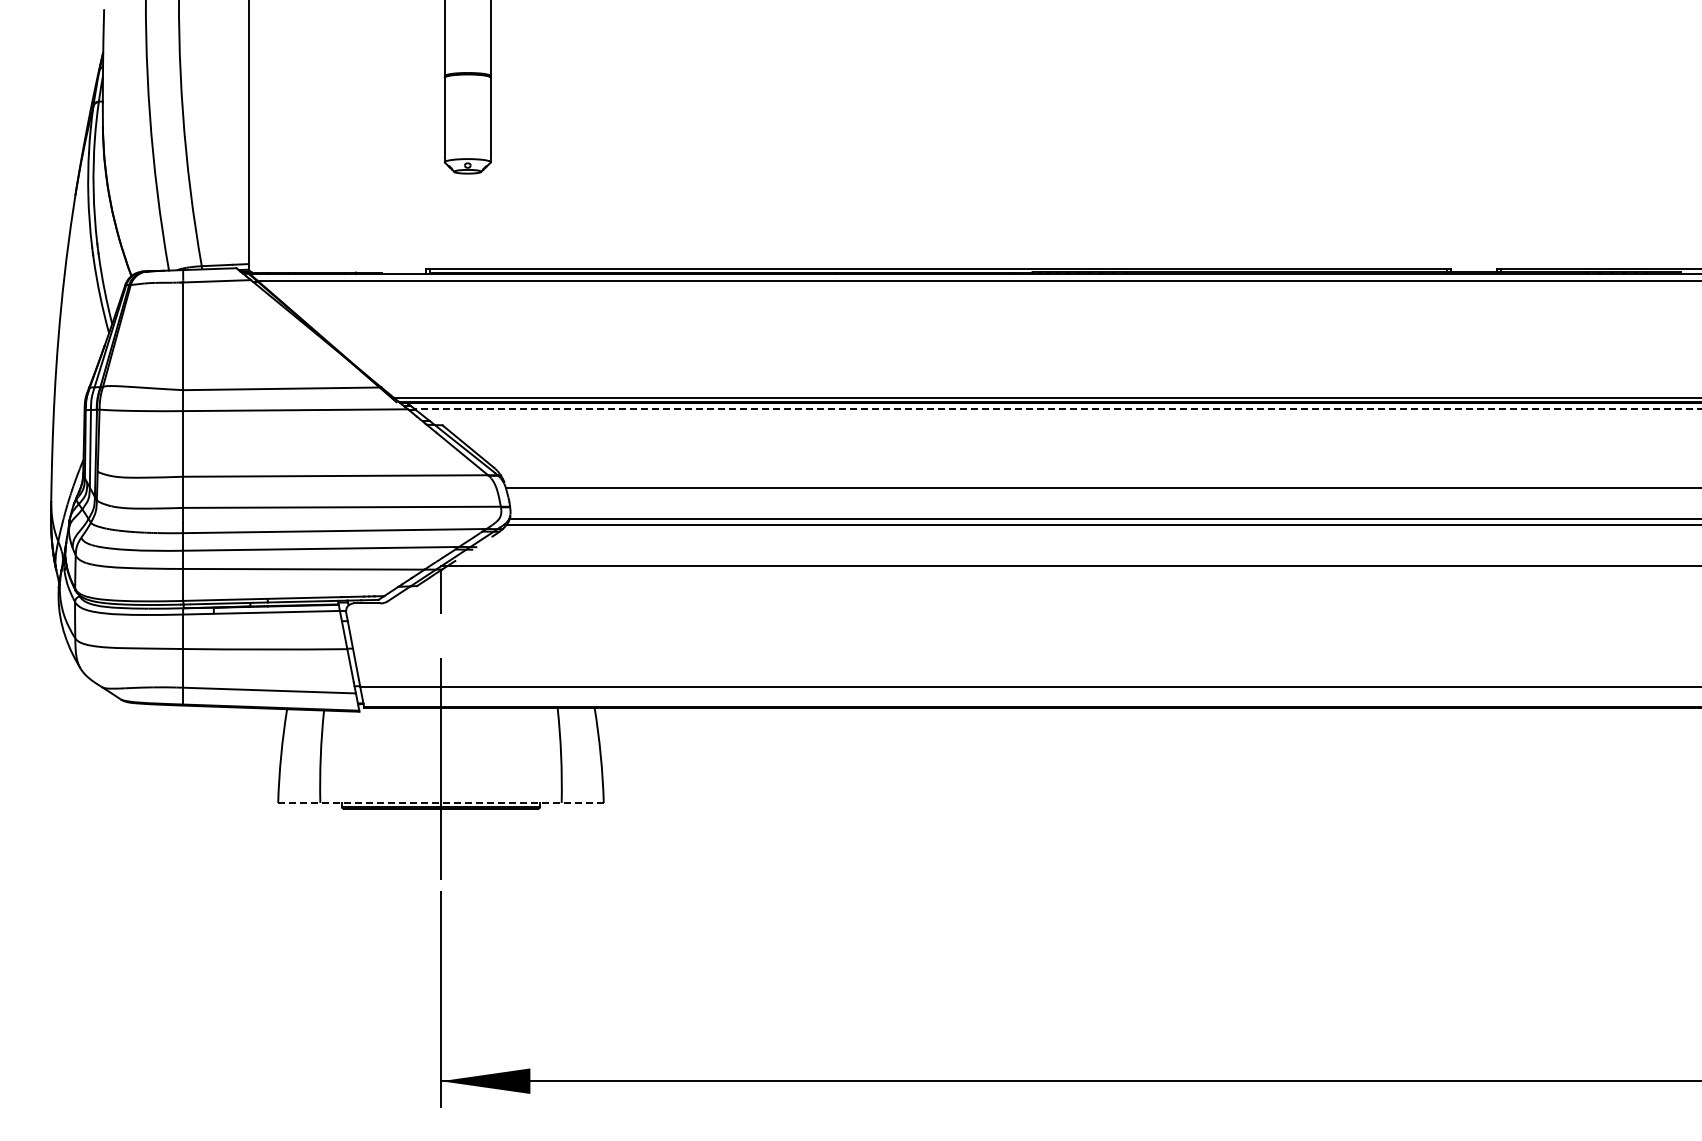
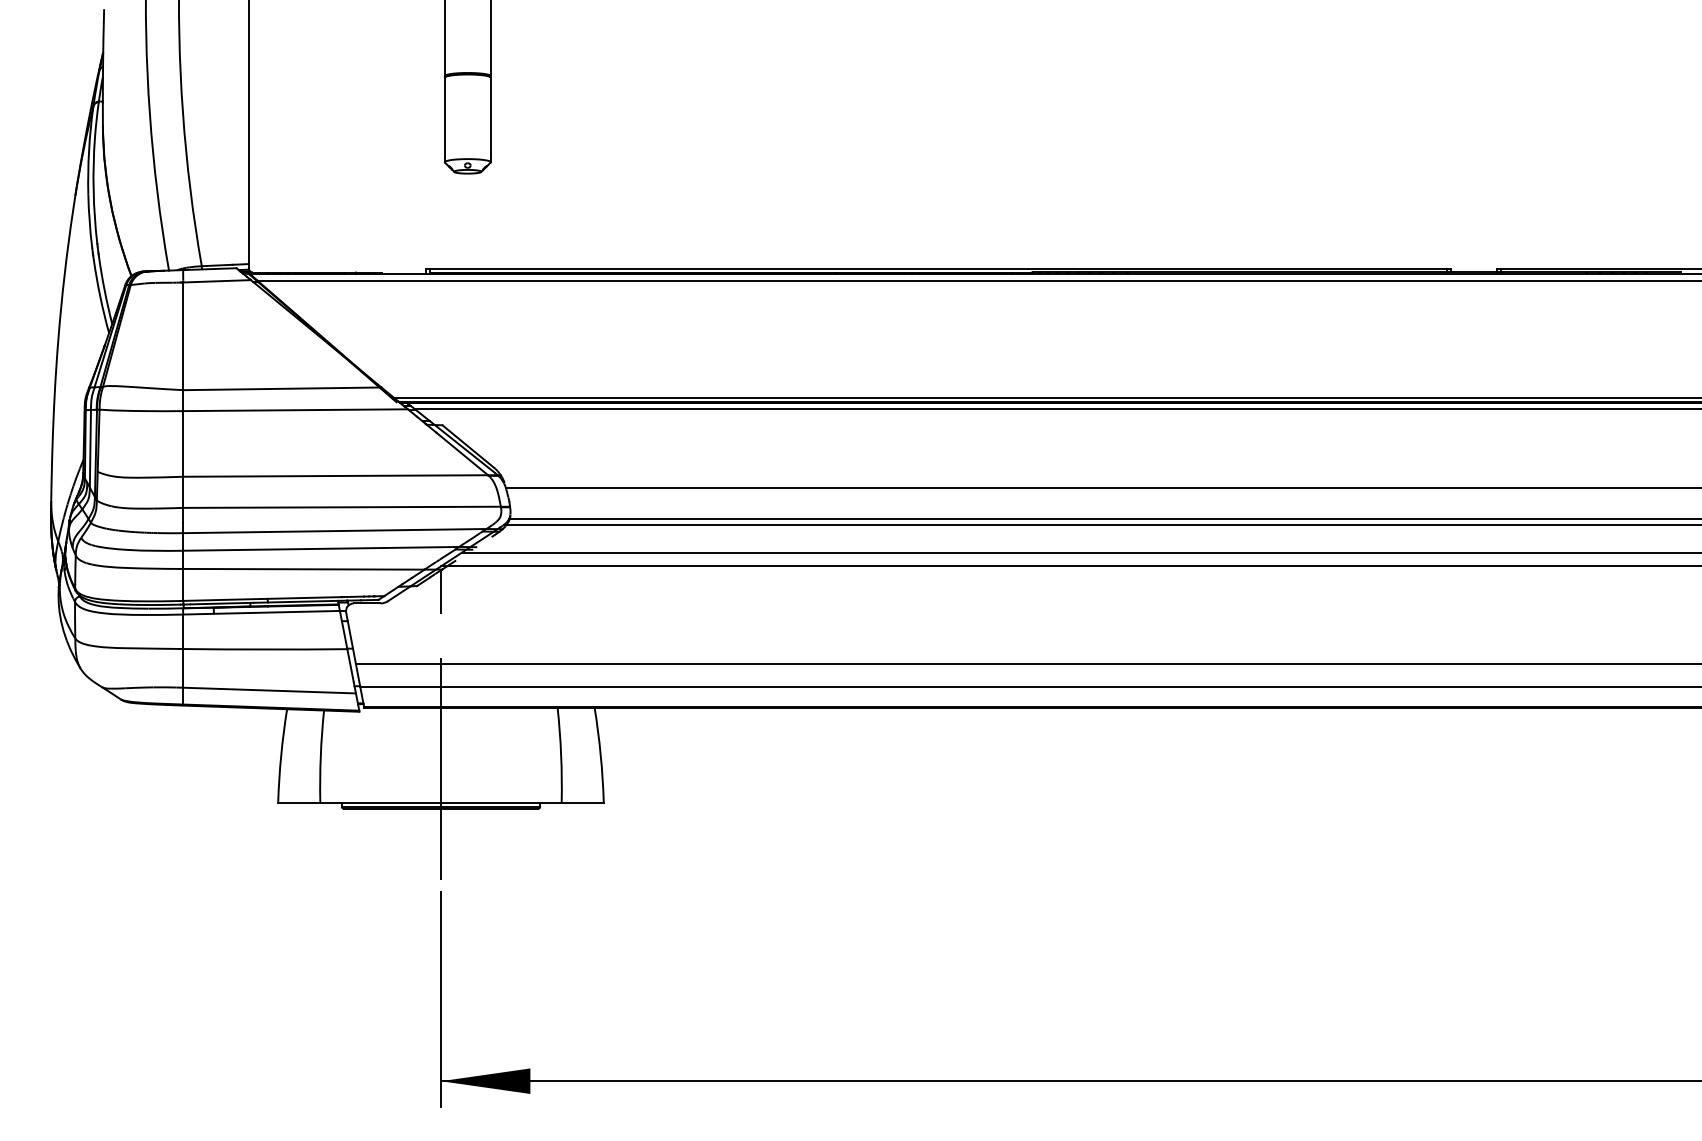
line at (1058, 408): dashed -> solid
line at (1079, 552): none -> present
line at (1027, 664): none -> present
line at (441, 802): dashed -> solid
